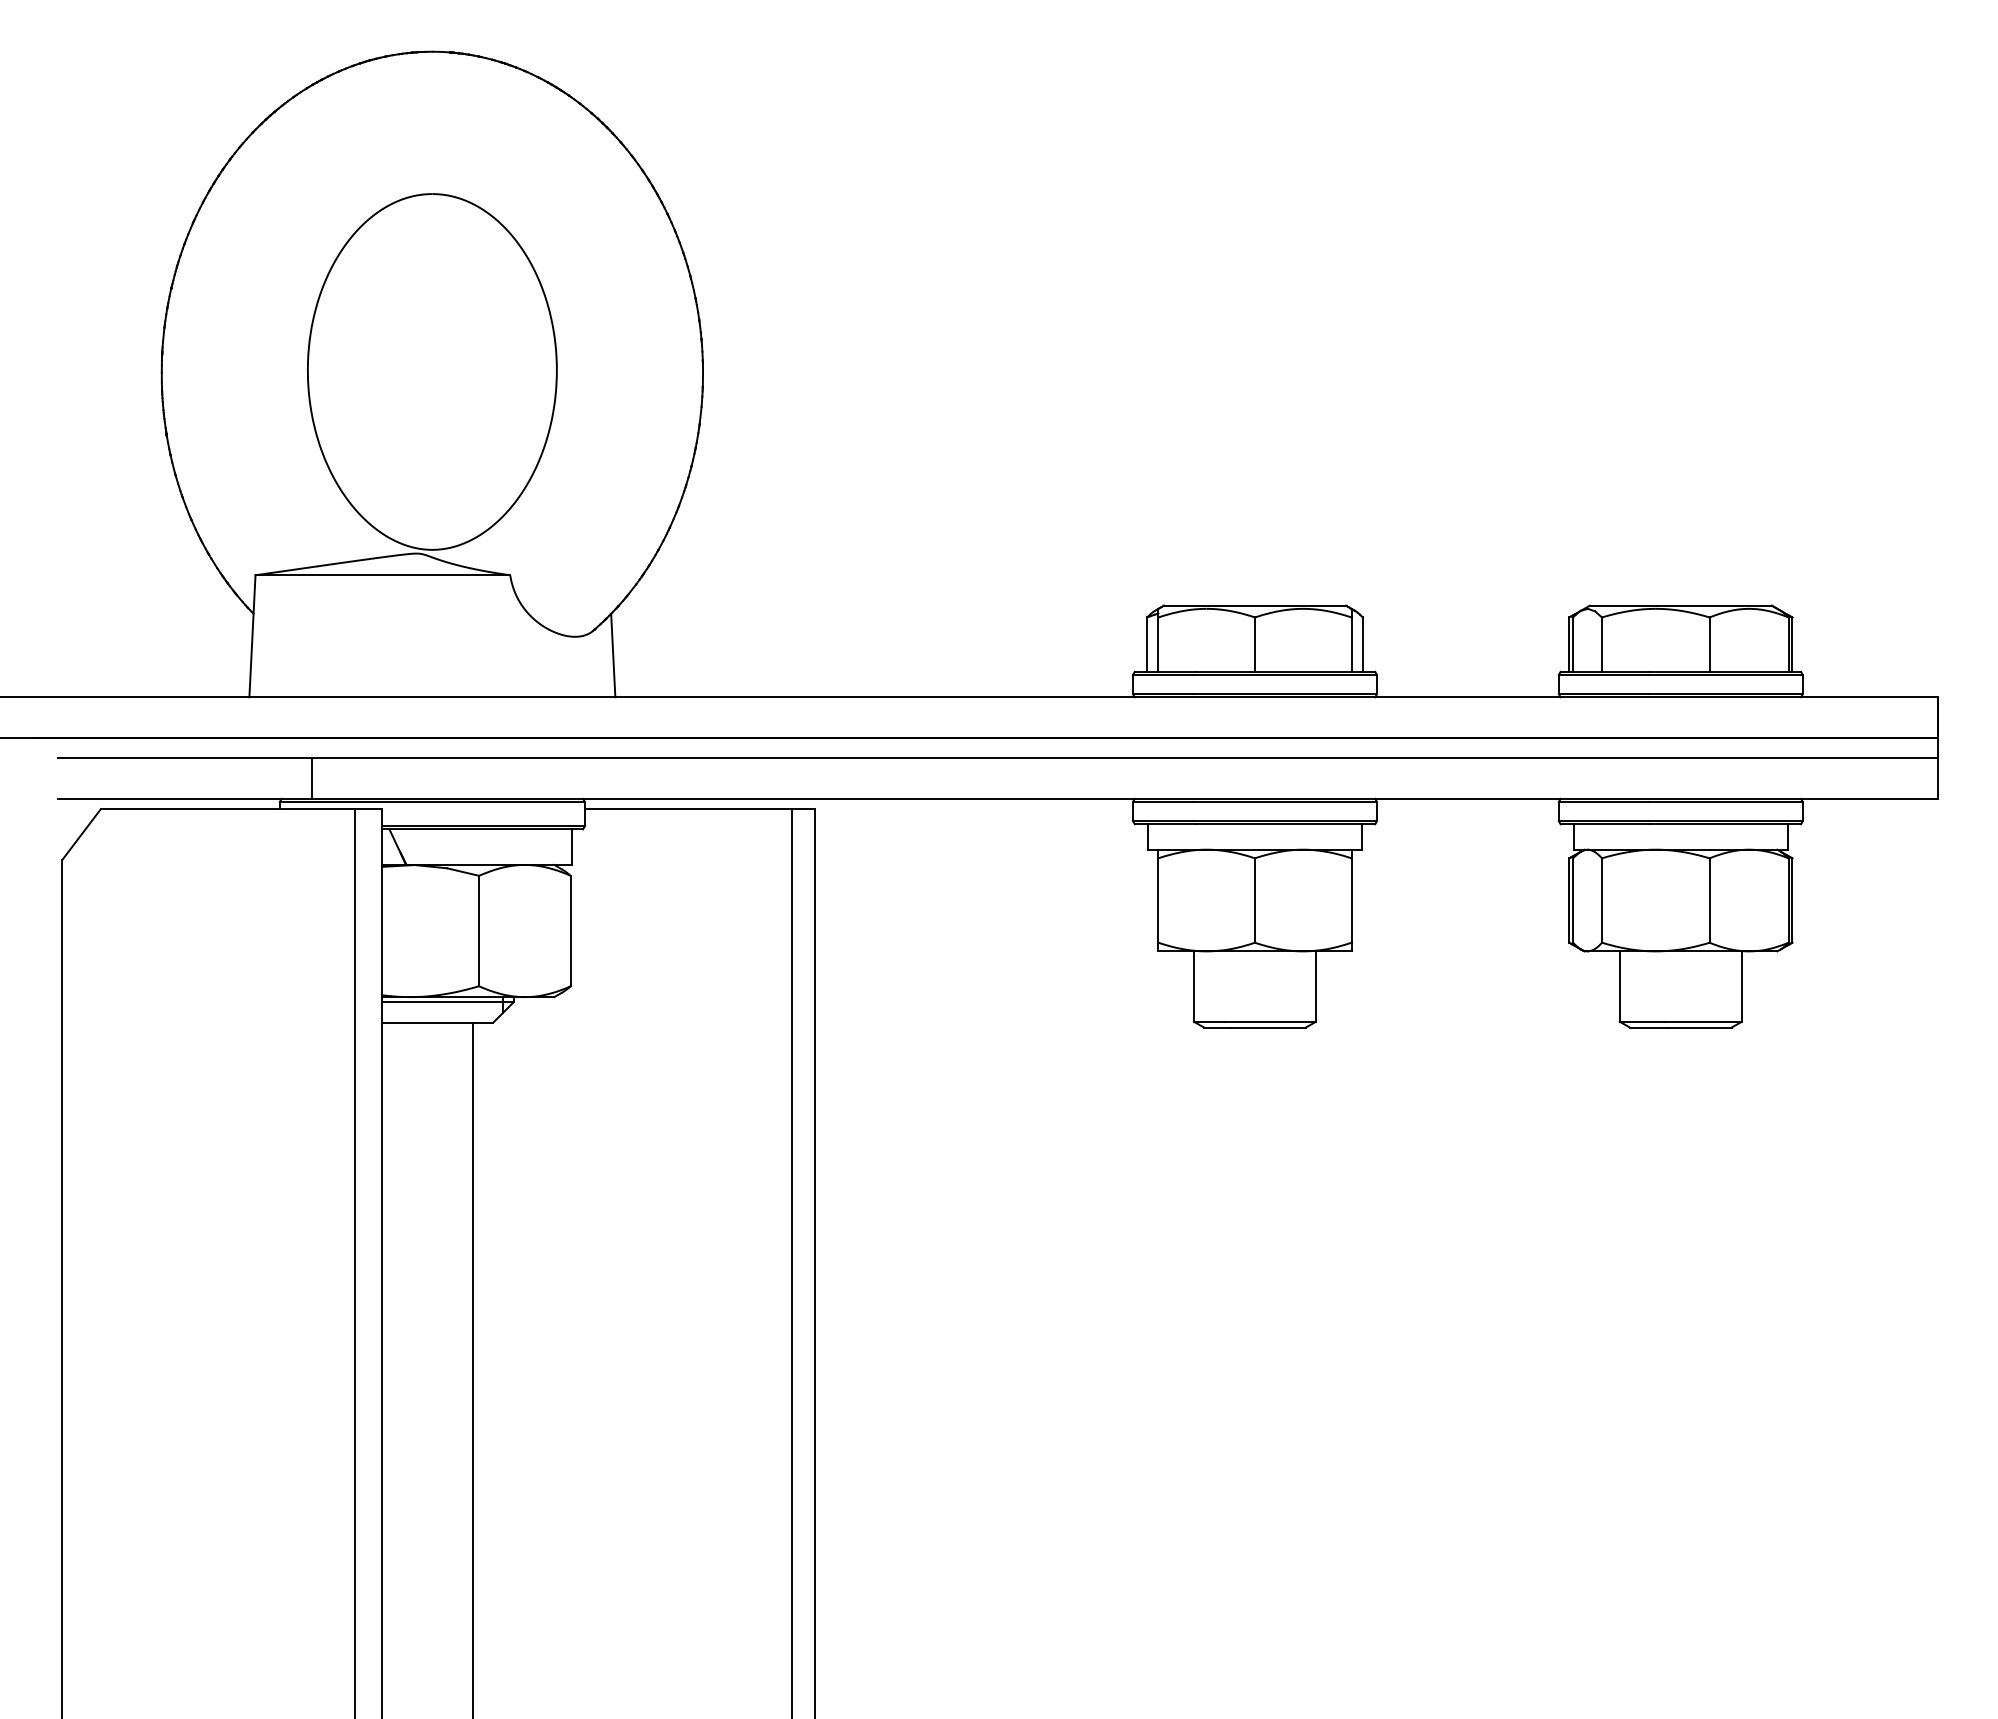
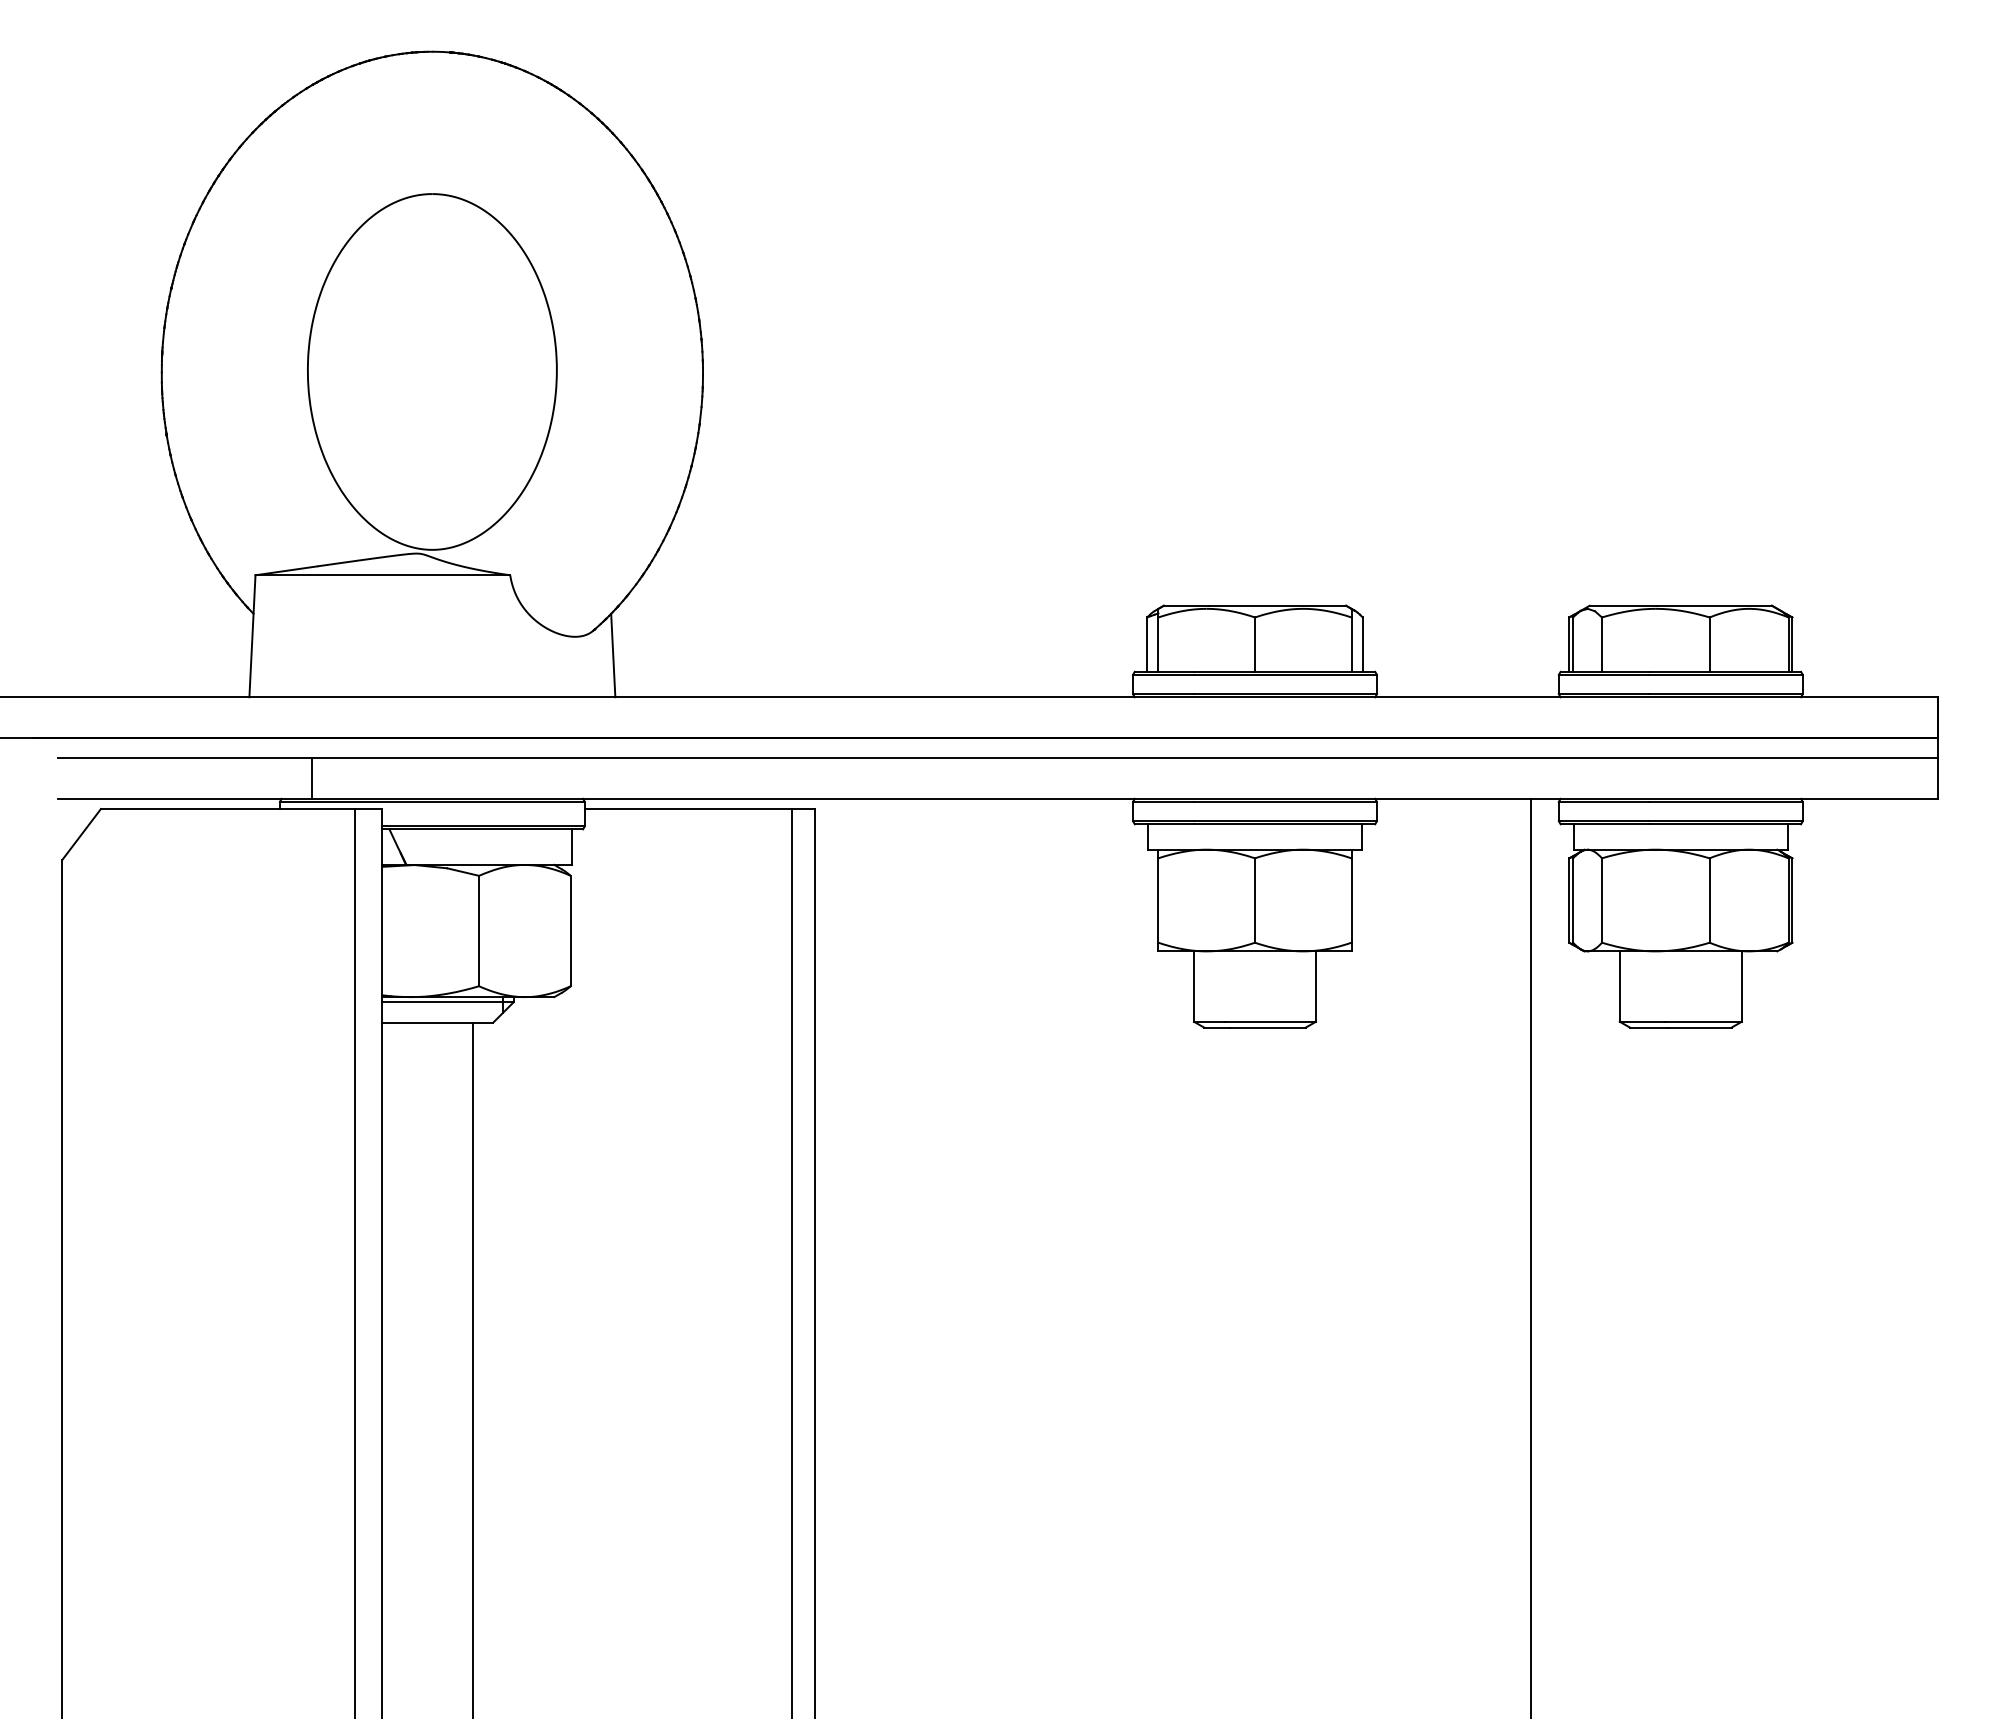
line at (1531, 1256): none -> present
